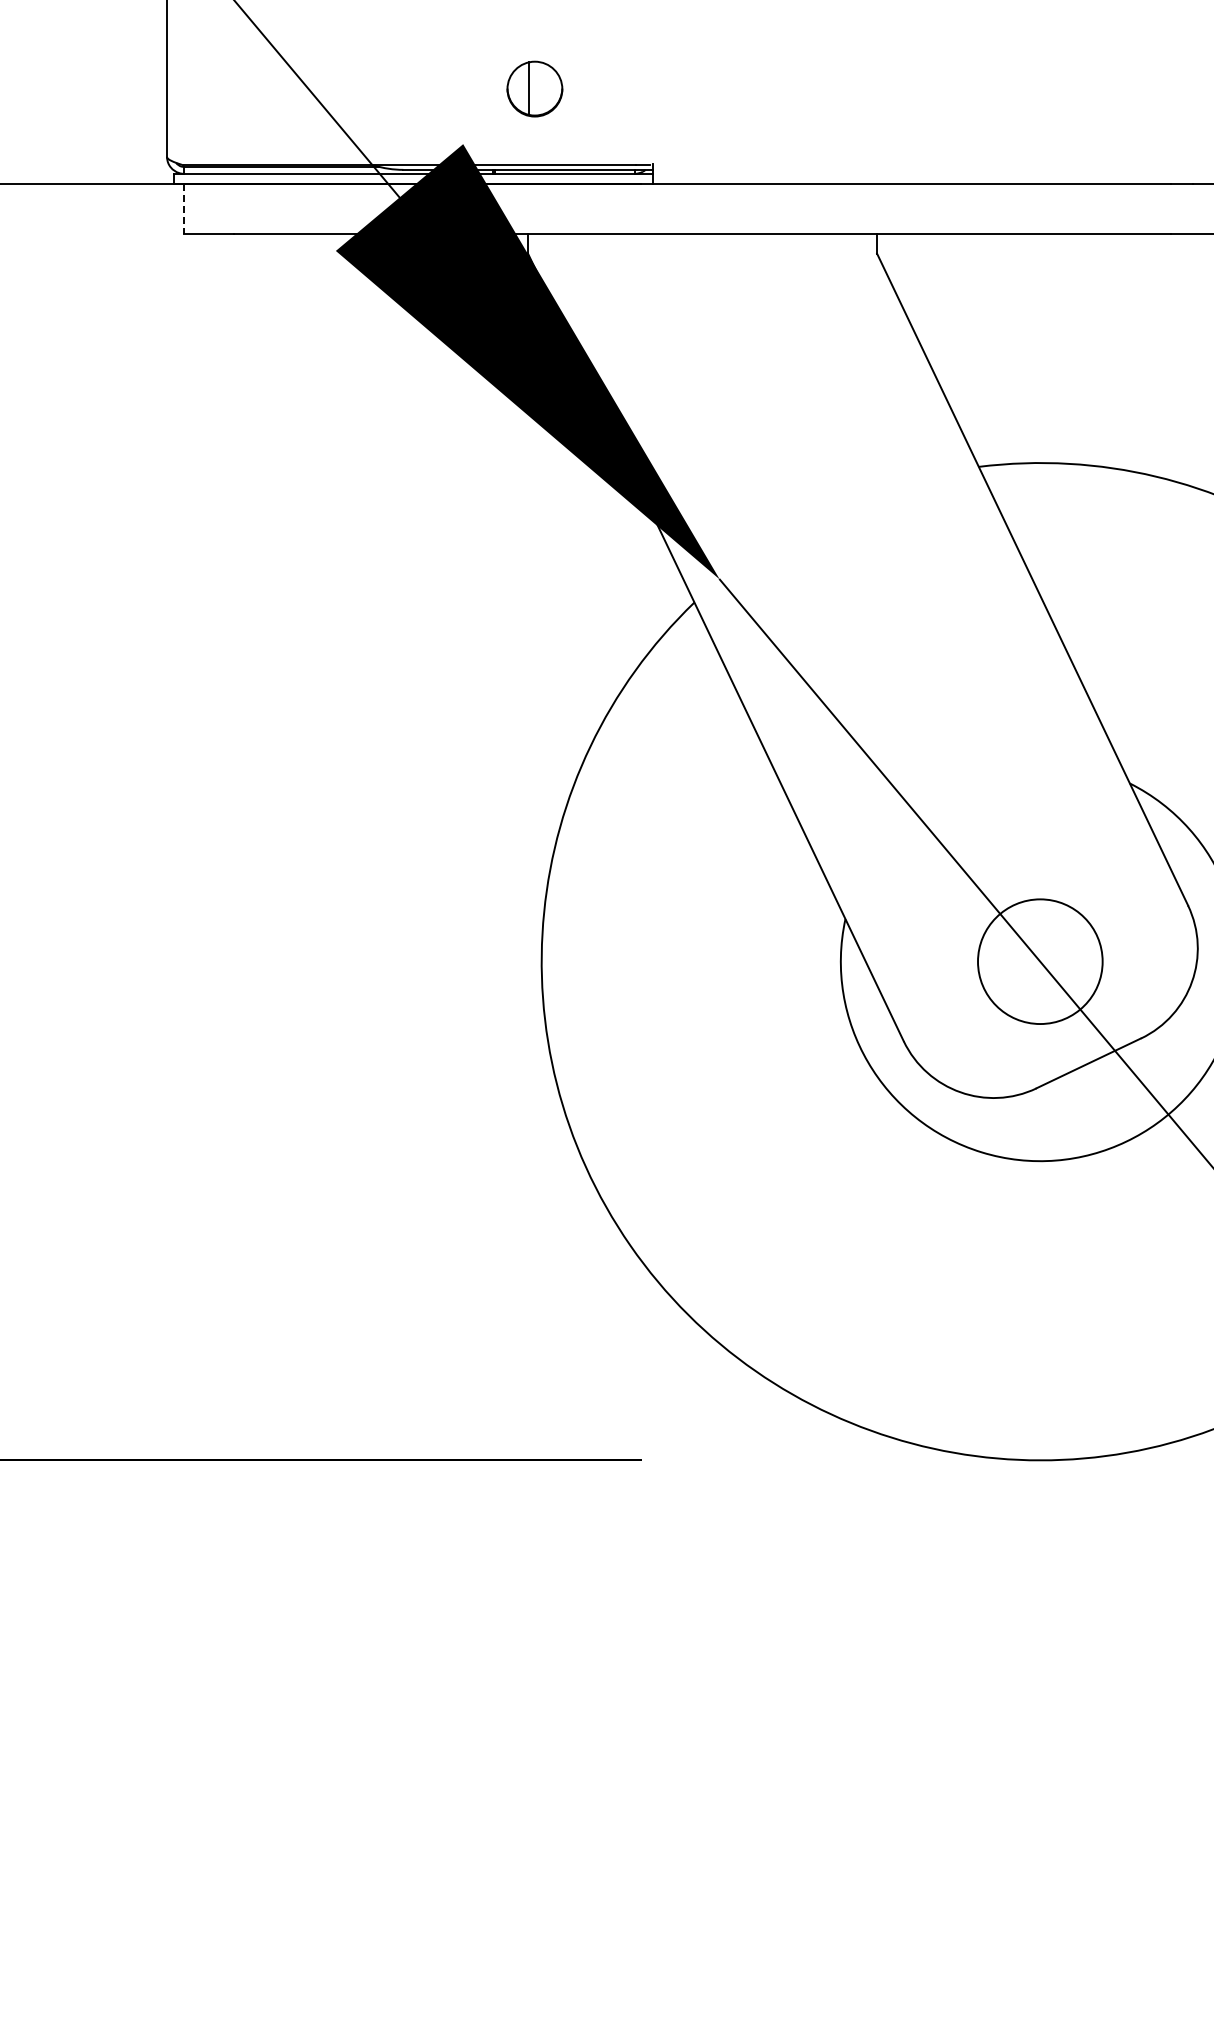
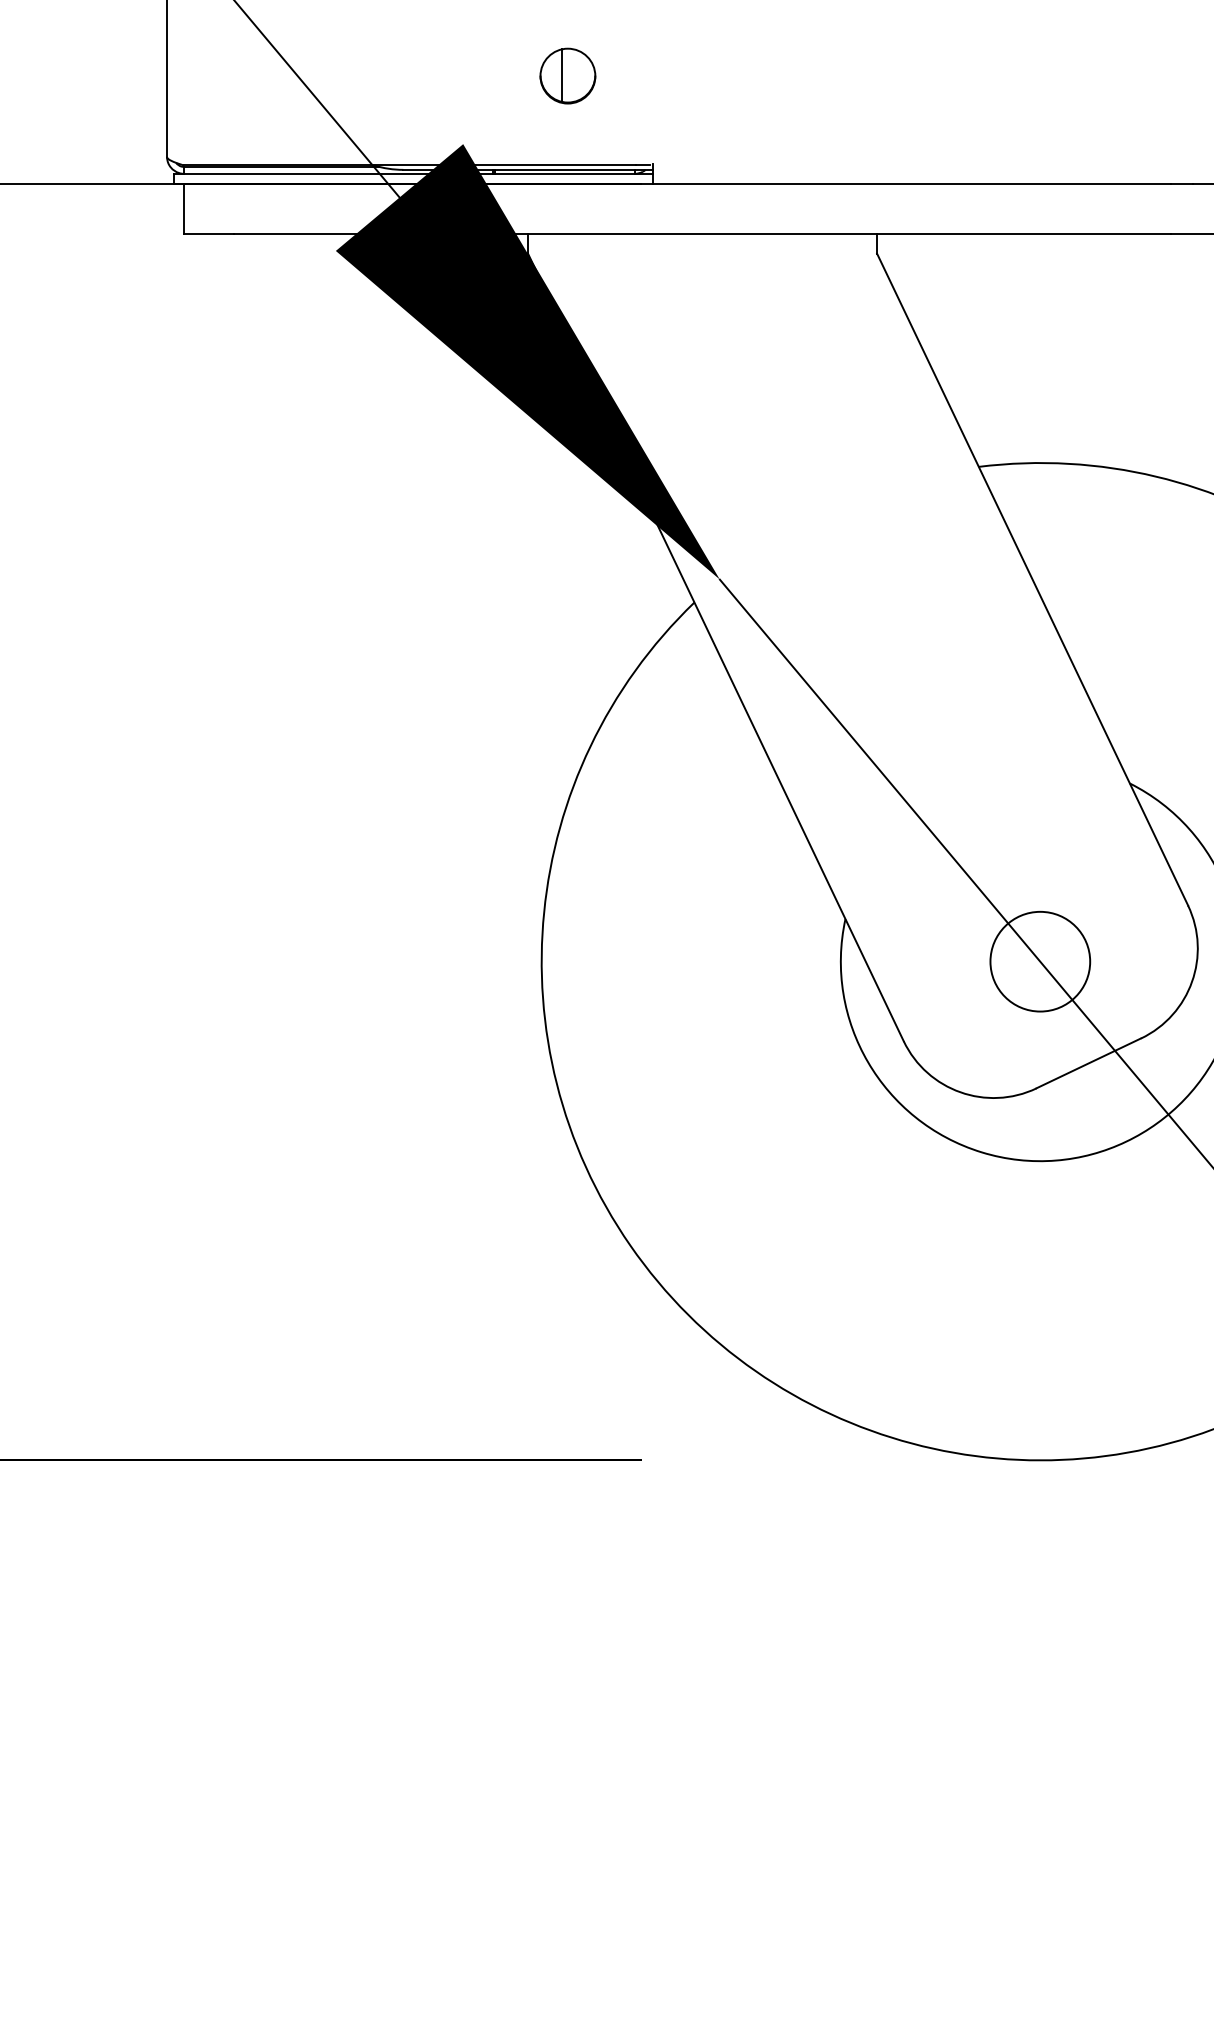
part at (534, 88) position: (534, 88) -> (567, 75)
line at (183, 208): dashed -> solid
circle at (1040, 961) diameter: 125 px -> 100 px
